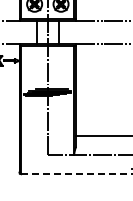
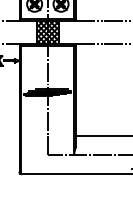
hatch at (47, 32): none -> present
line at (77, 174): dashed -> solid
